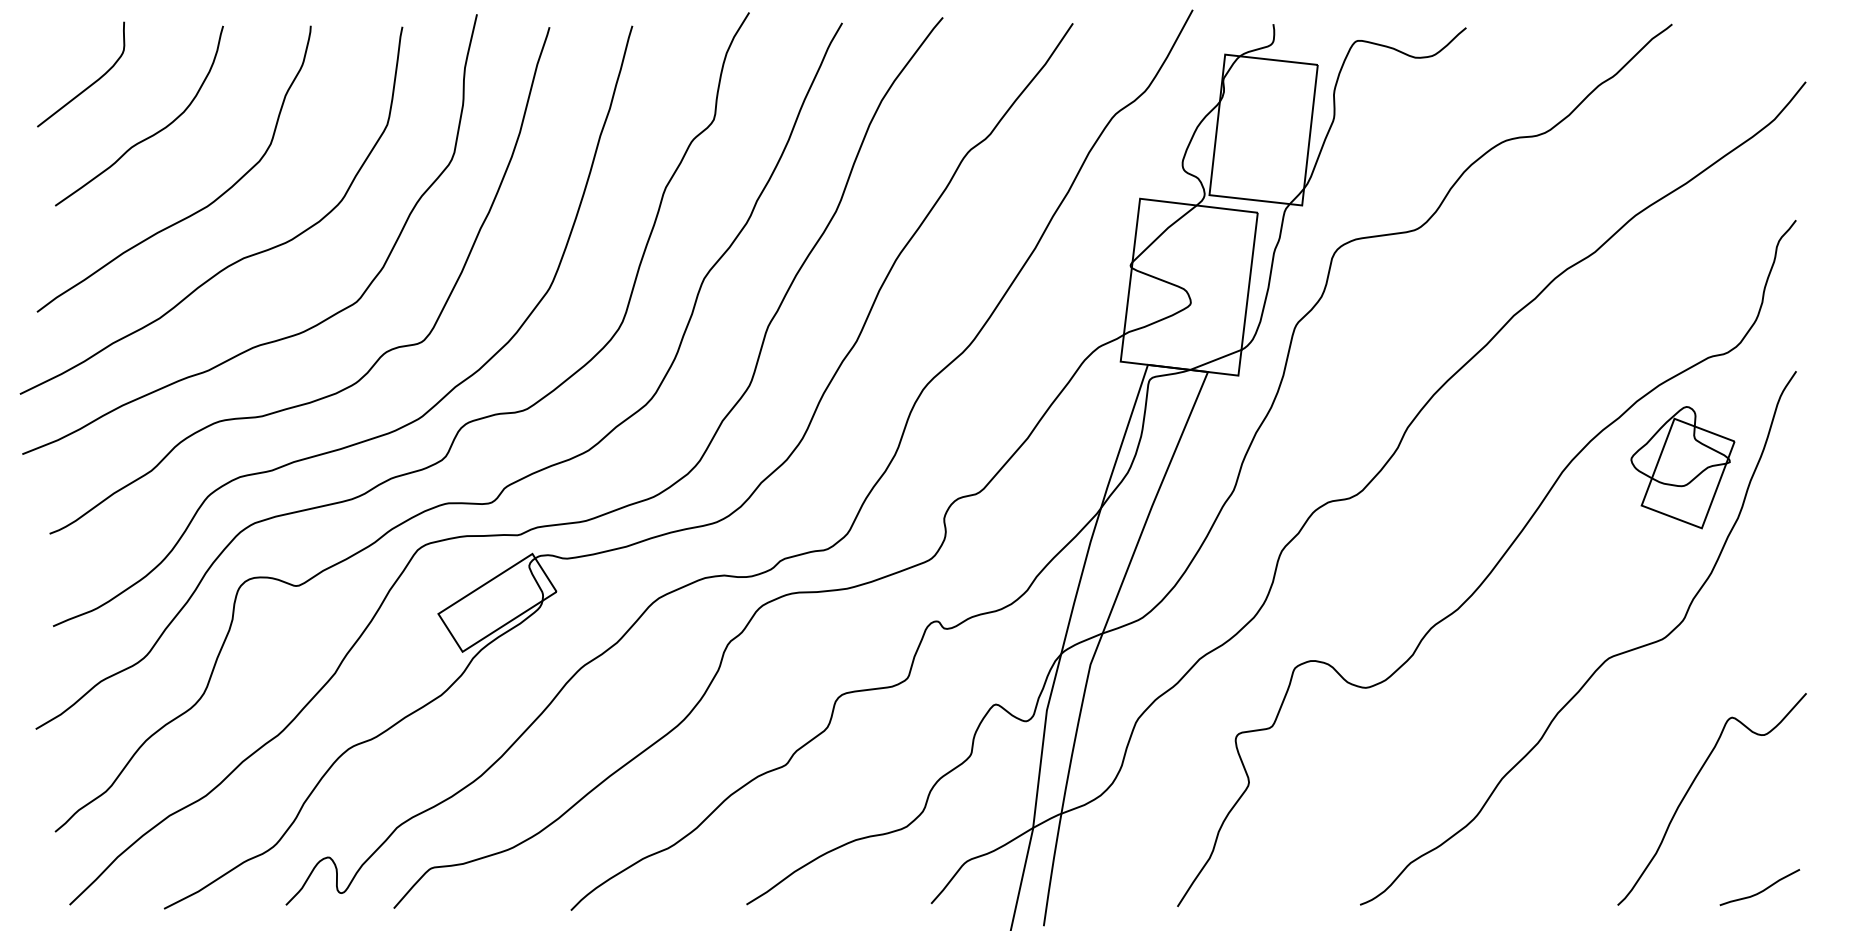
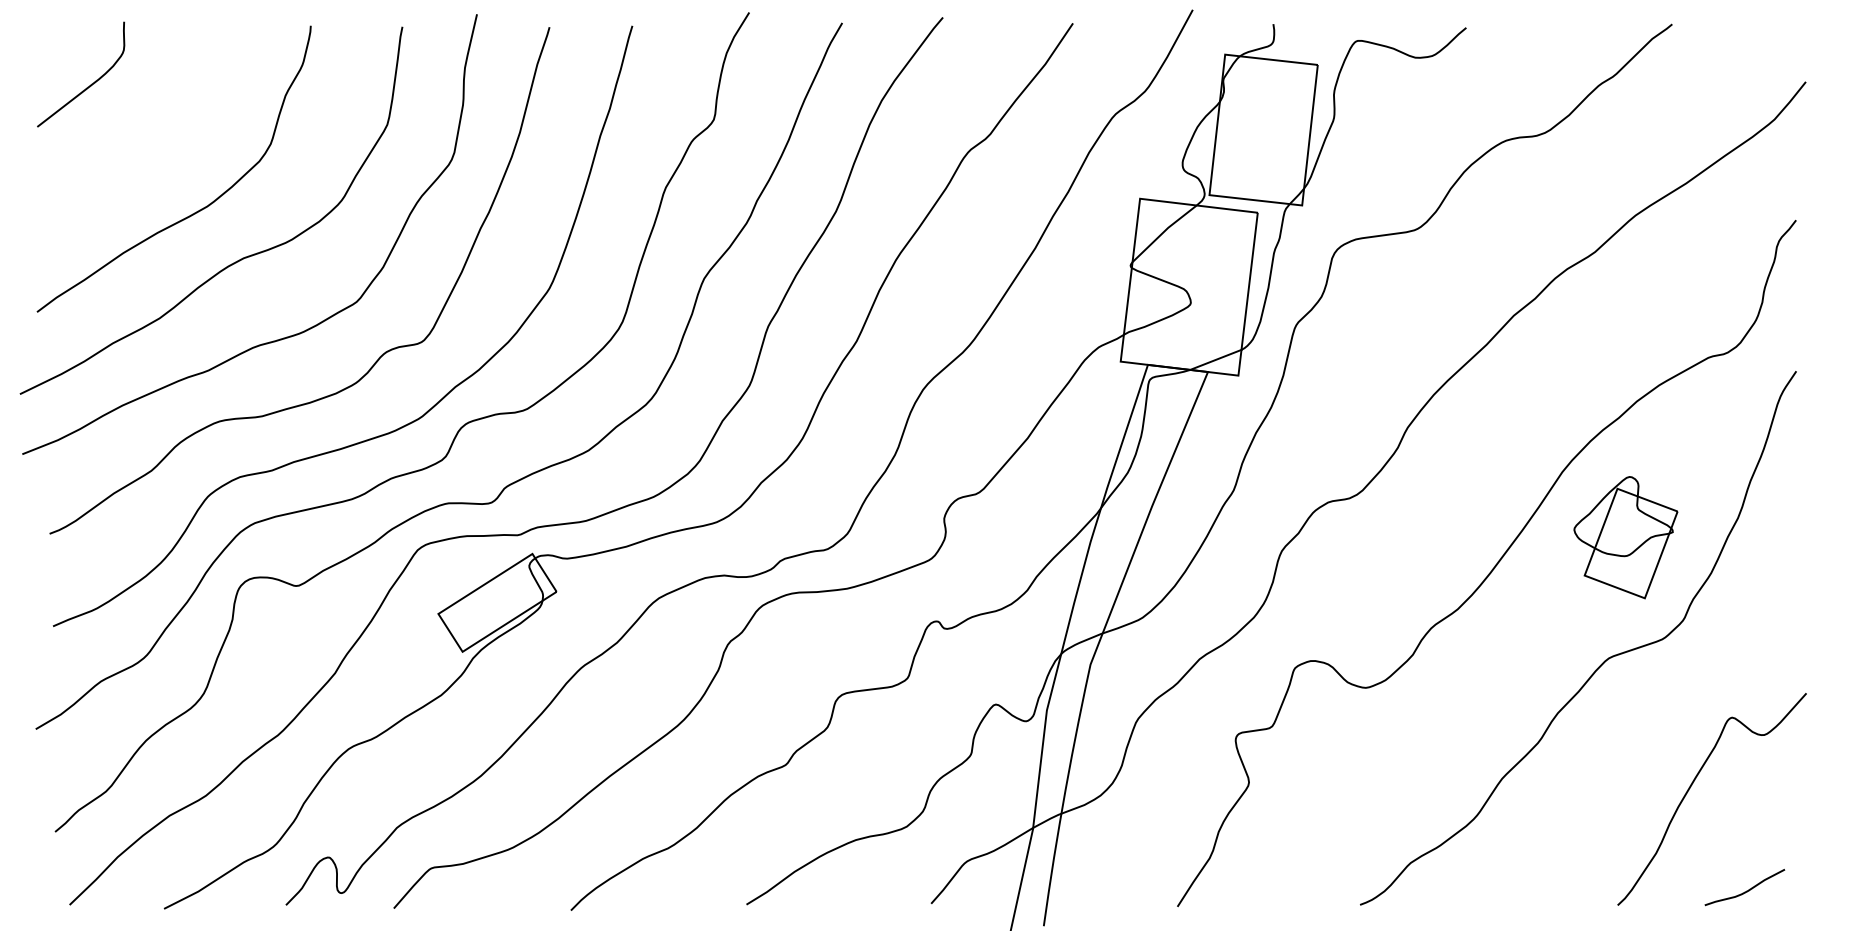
curve at (150, 135): present -> none
part at (1682, 467) position: (1682, 467) -> (1625, 537)
curve at (1761, 890) position: (1761, 890) -> (1746, 890)
